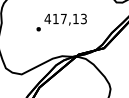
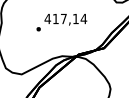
text at (83, 18): 417,13 -> 417,14
